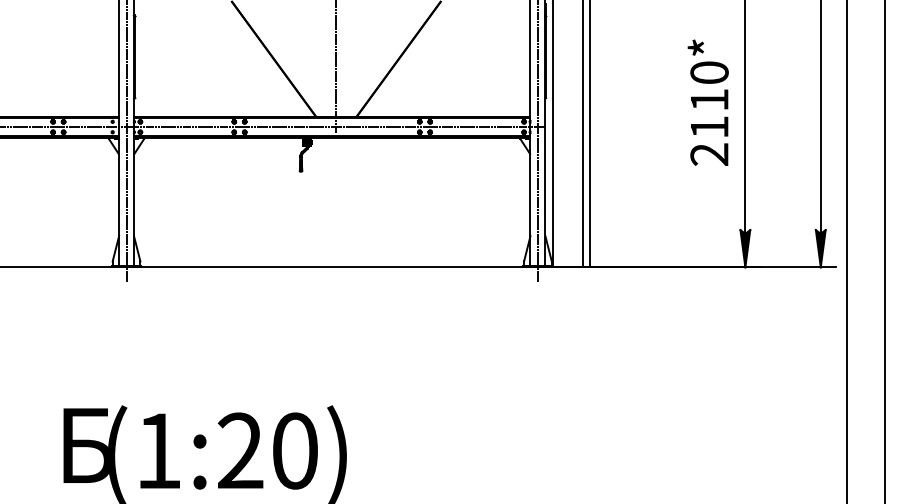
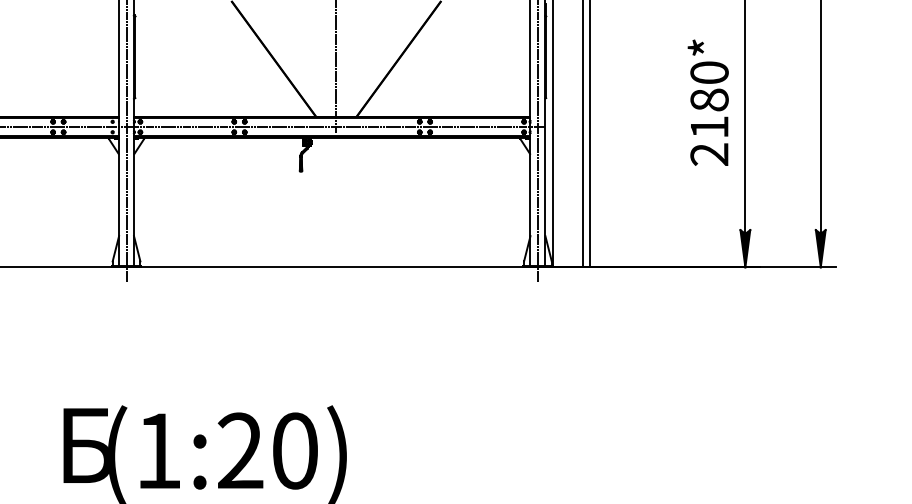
text at (709, 99): 2110* -> 2180*
line at (847, 251): present -> none
line at (884, 251): present -> none
